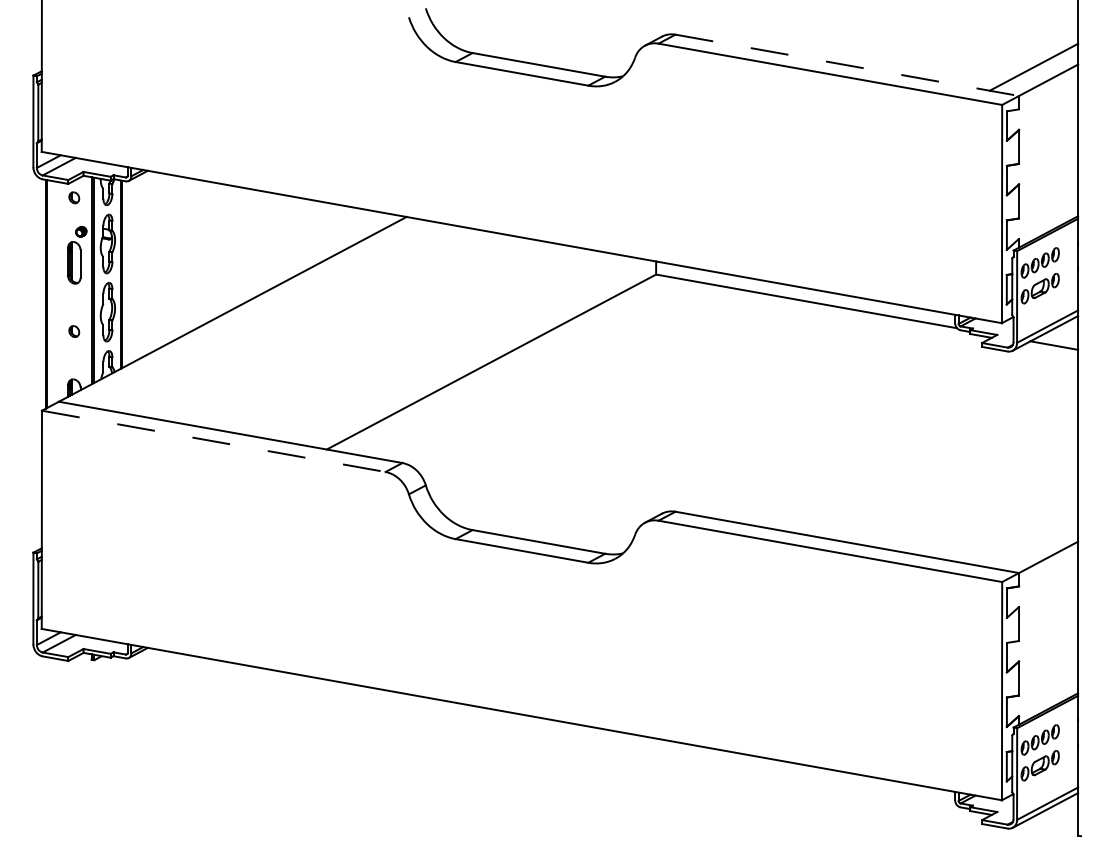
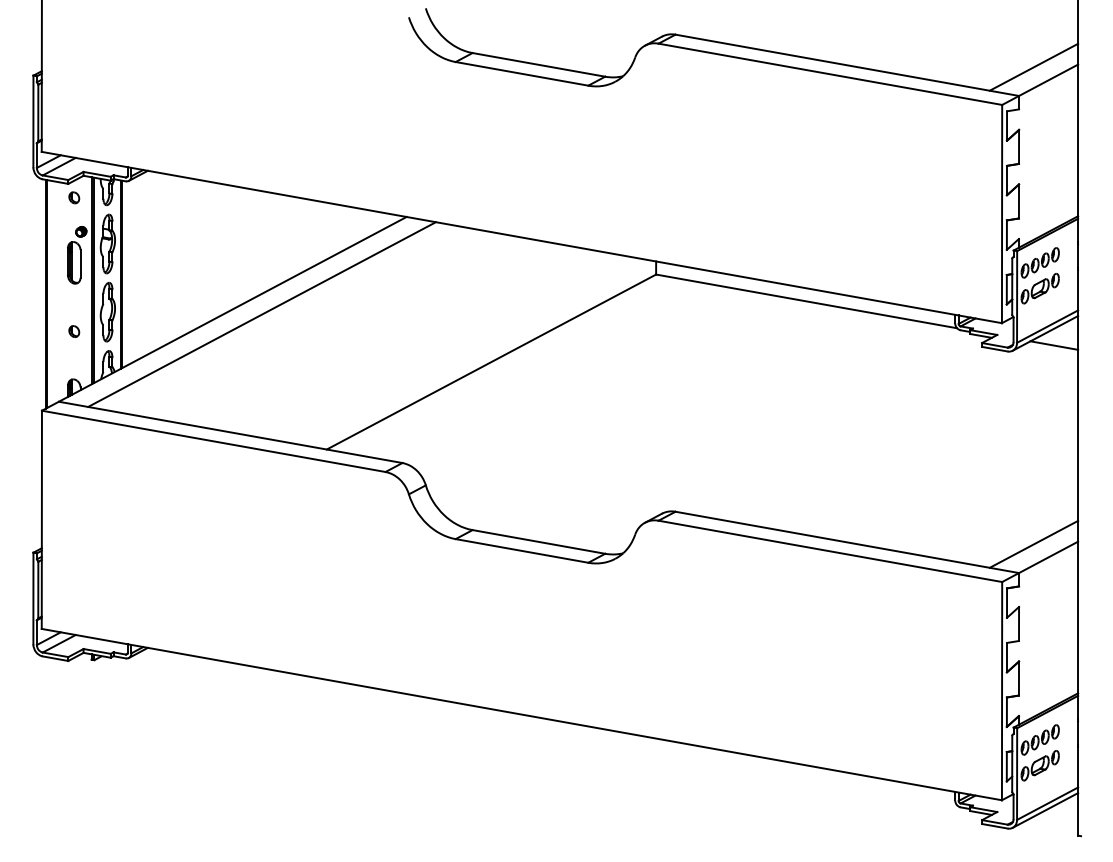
line at (847, 65): dashed -> solid
line at (261, 314): none -> present
line at (213, 441): dashed -> solid
line at (1033, 543): none -> present
